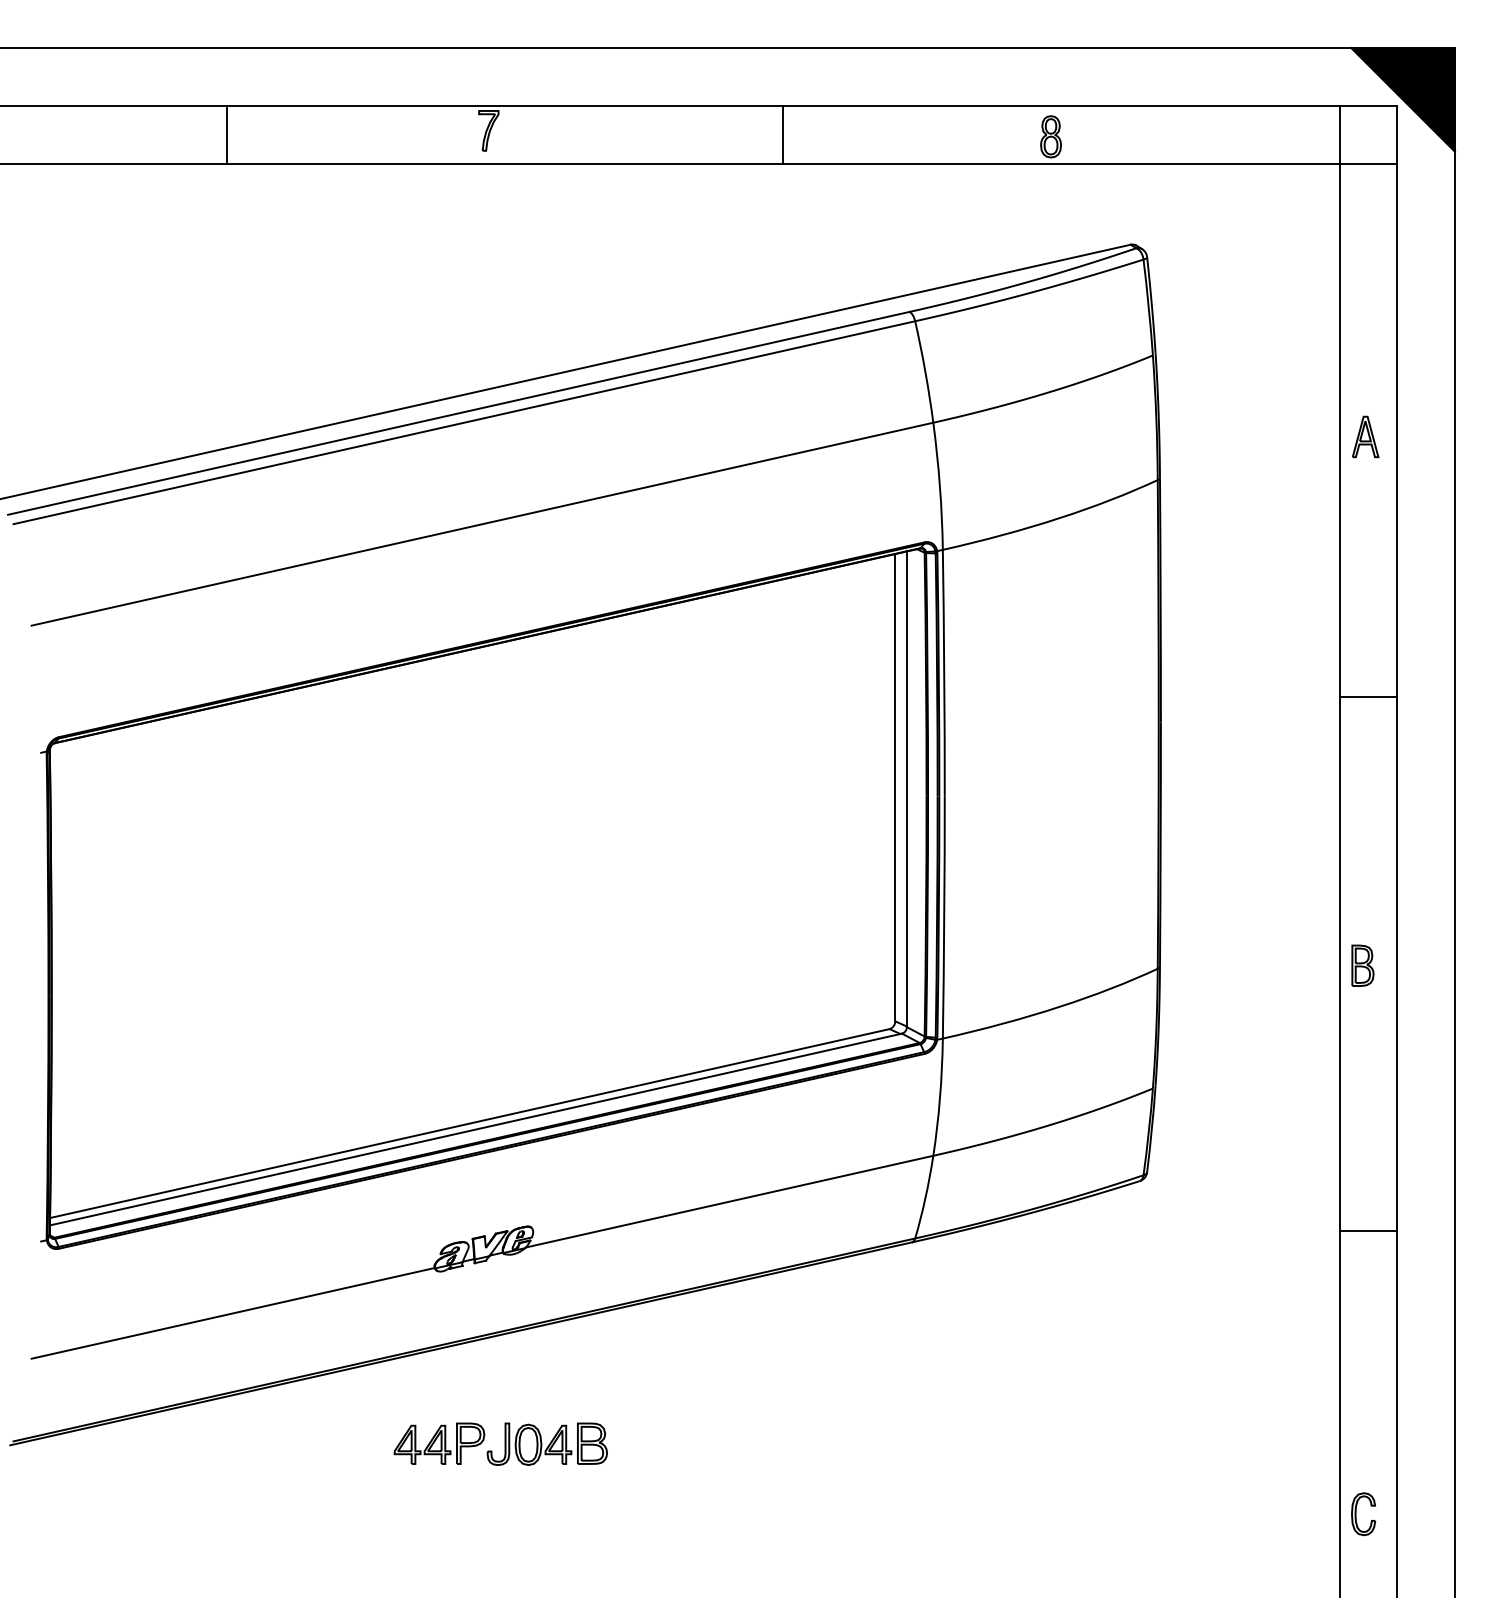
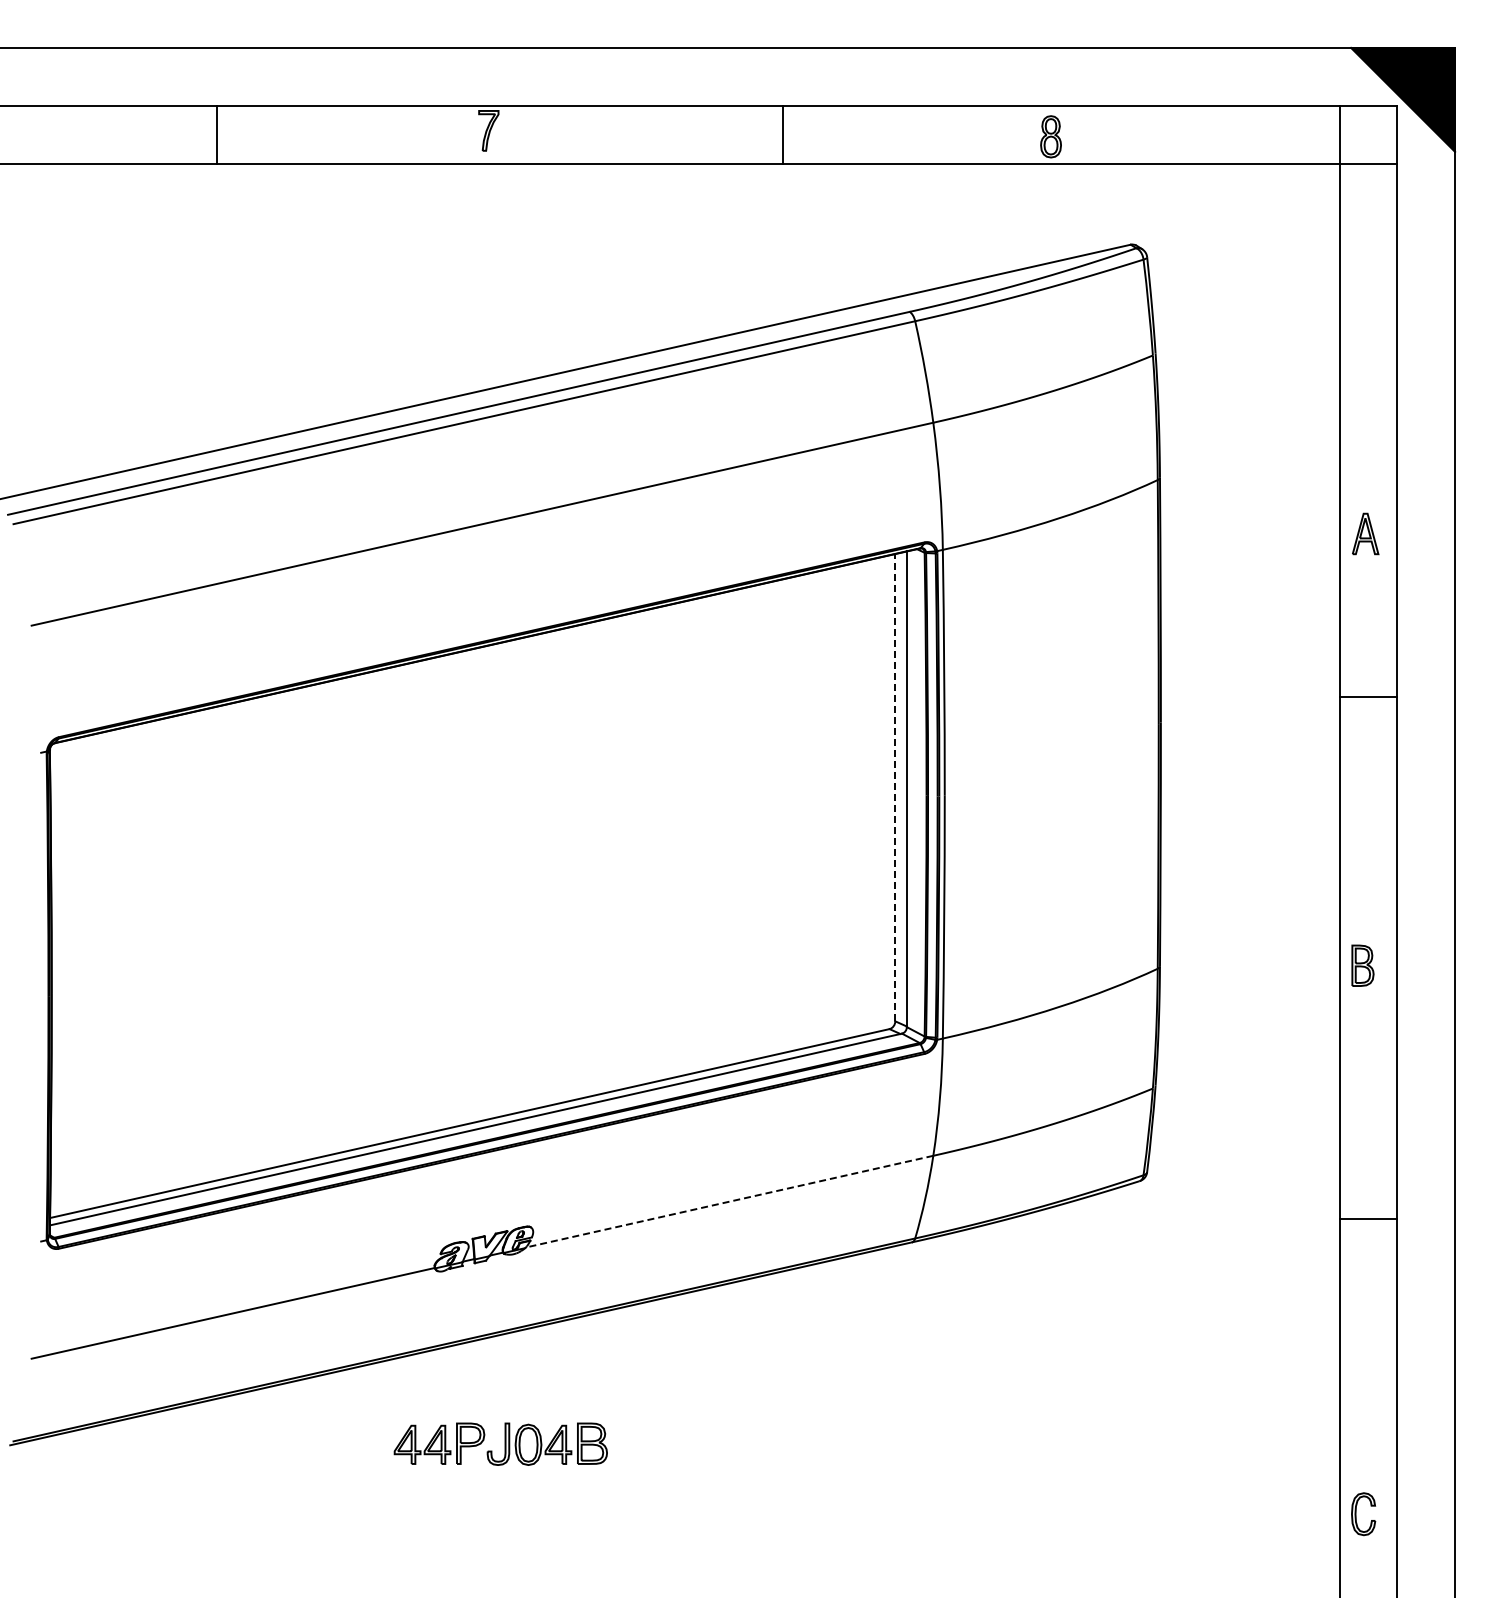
line at (227, 134) position: (227, 134) -> (217, 134)
part at (1365, 436) position: (1365, 436) -> (1365, 533)
line at (895, 787): solid -> dashed
line at (729, 1201): solid -> dashed
line at (1368, 1230) position: (1368, 1230) -> (1368, 1218)
